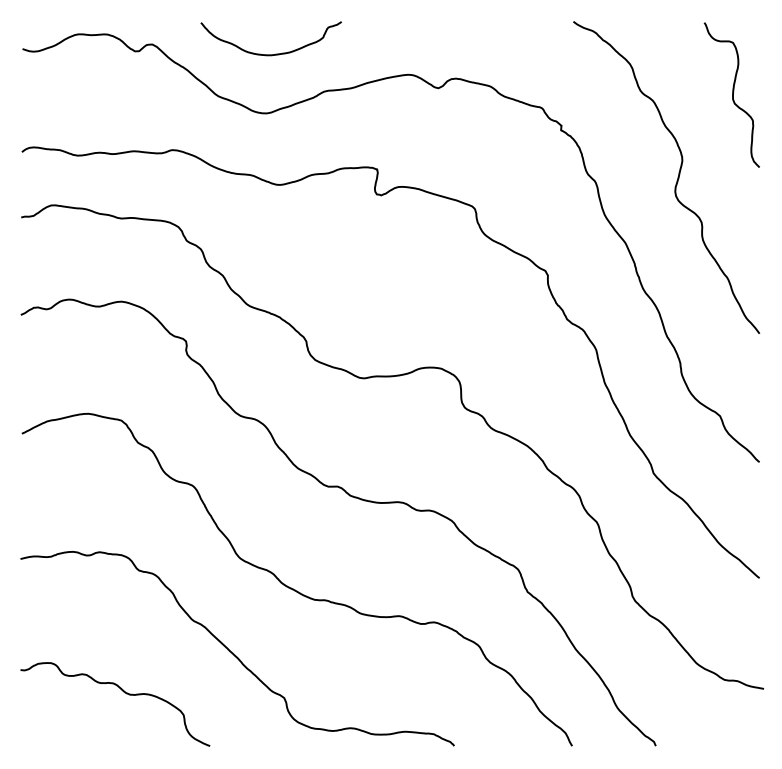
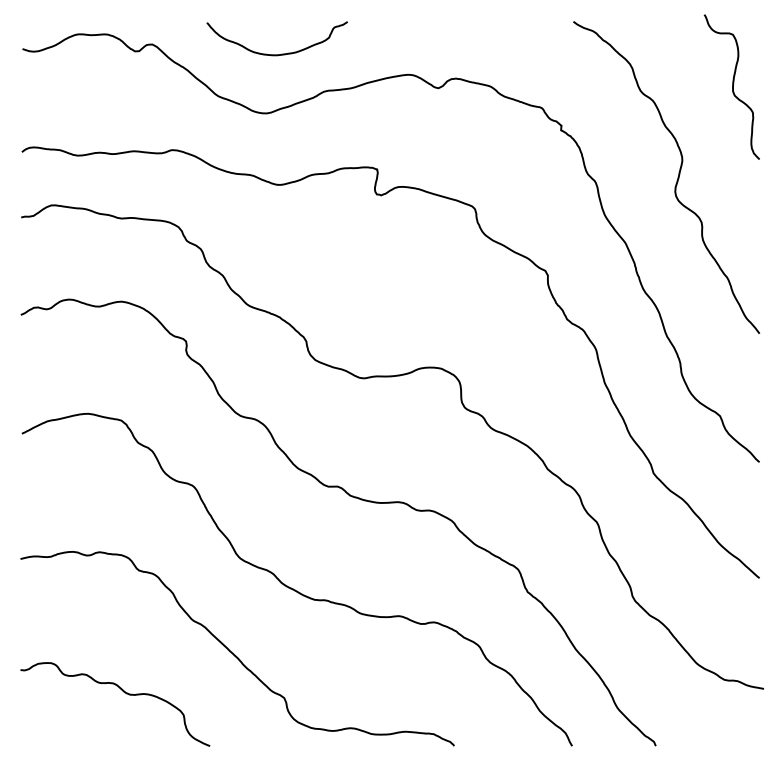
curve at (275, 53) position: (275, 53) -> (281, 53)
curve at (732, 94) position: (732, 94) -> (732, 86)
